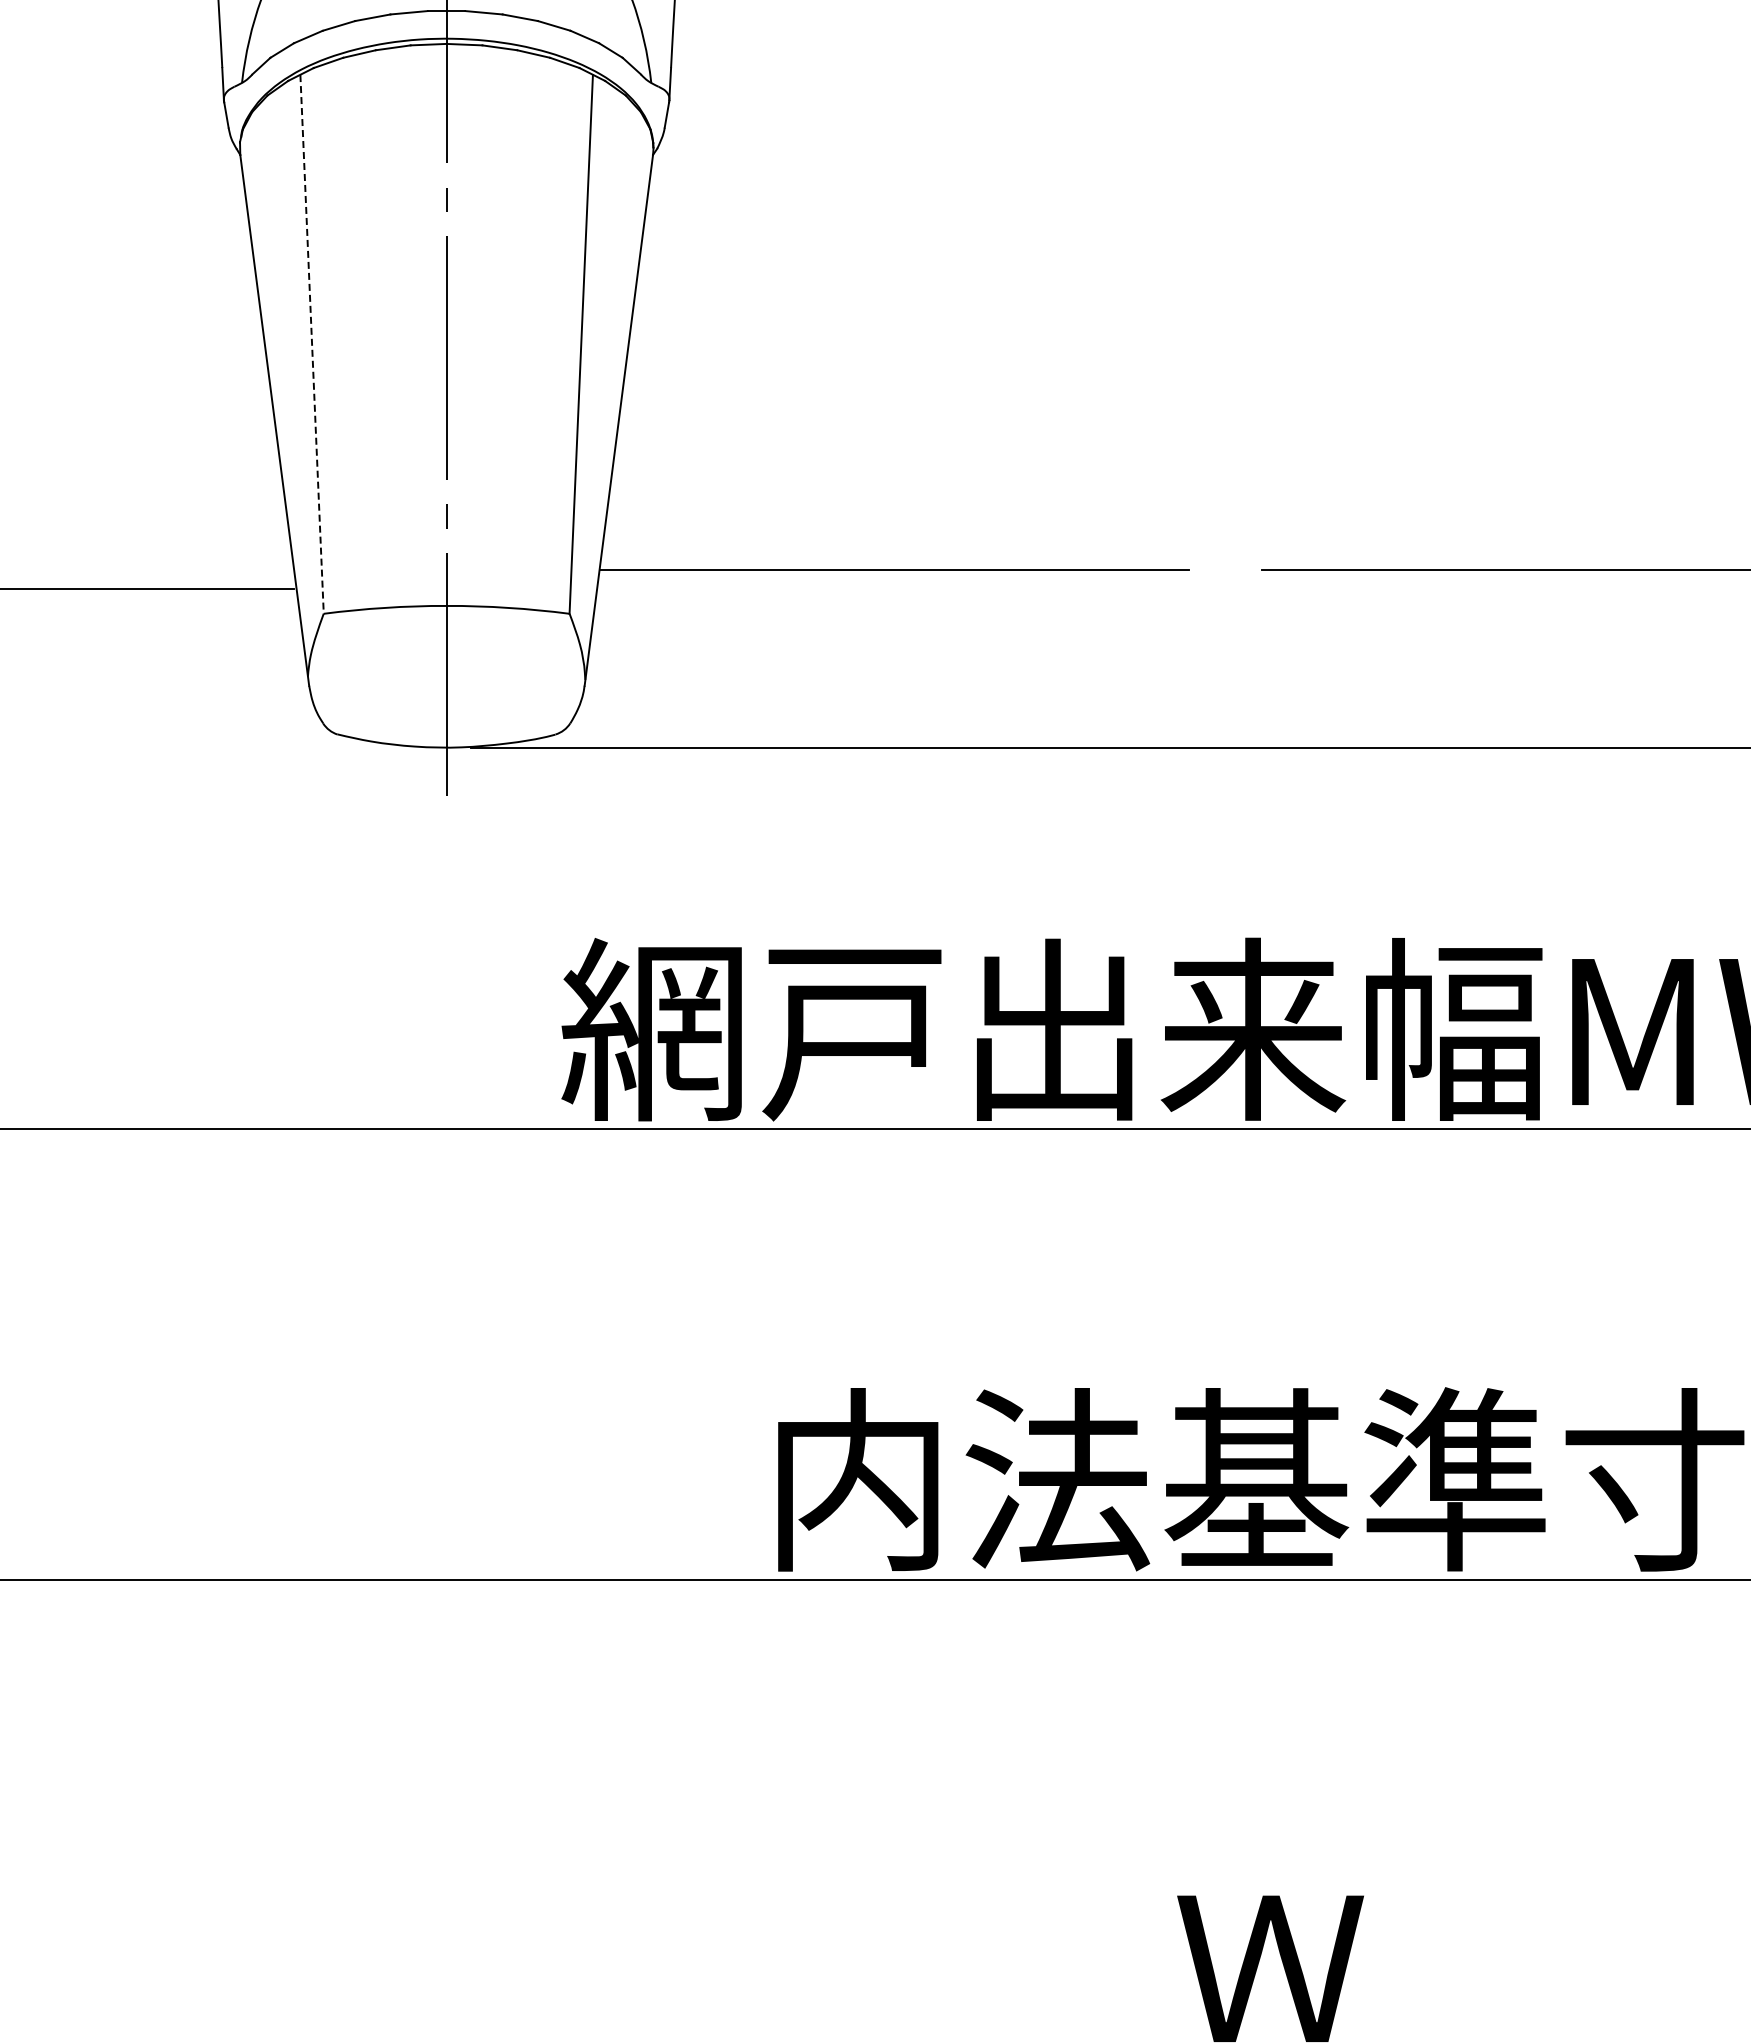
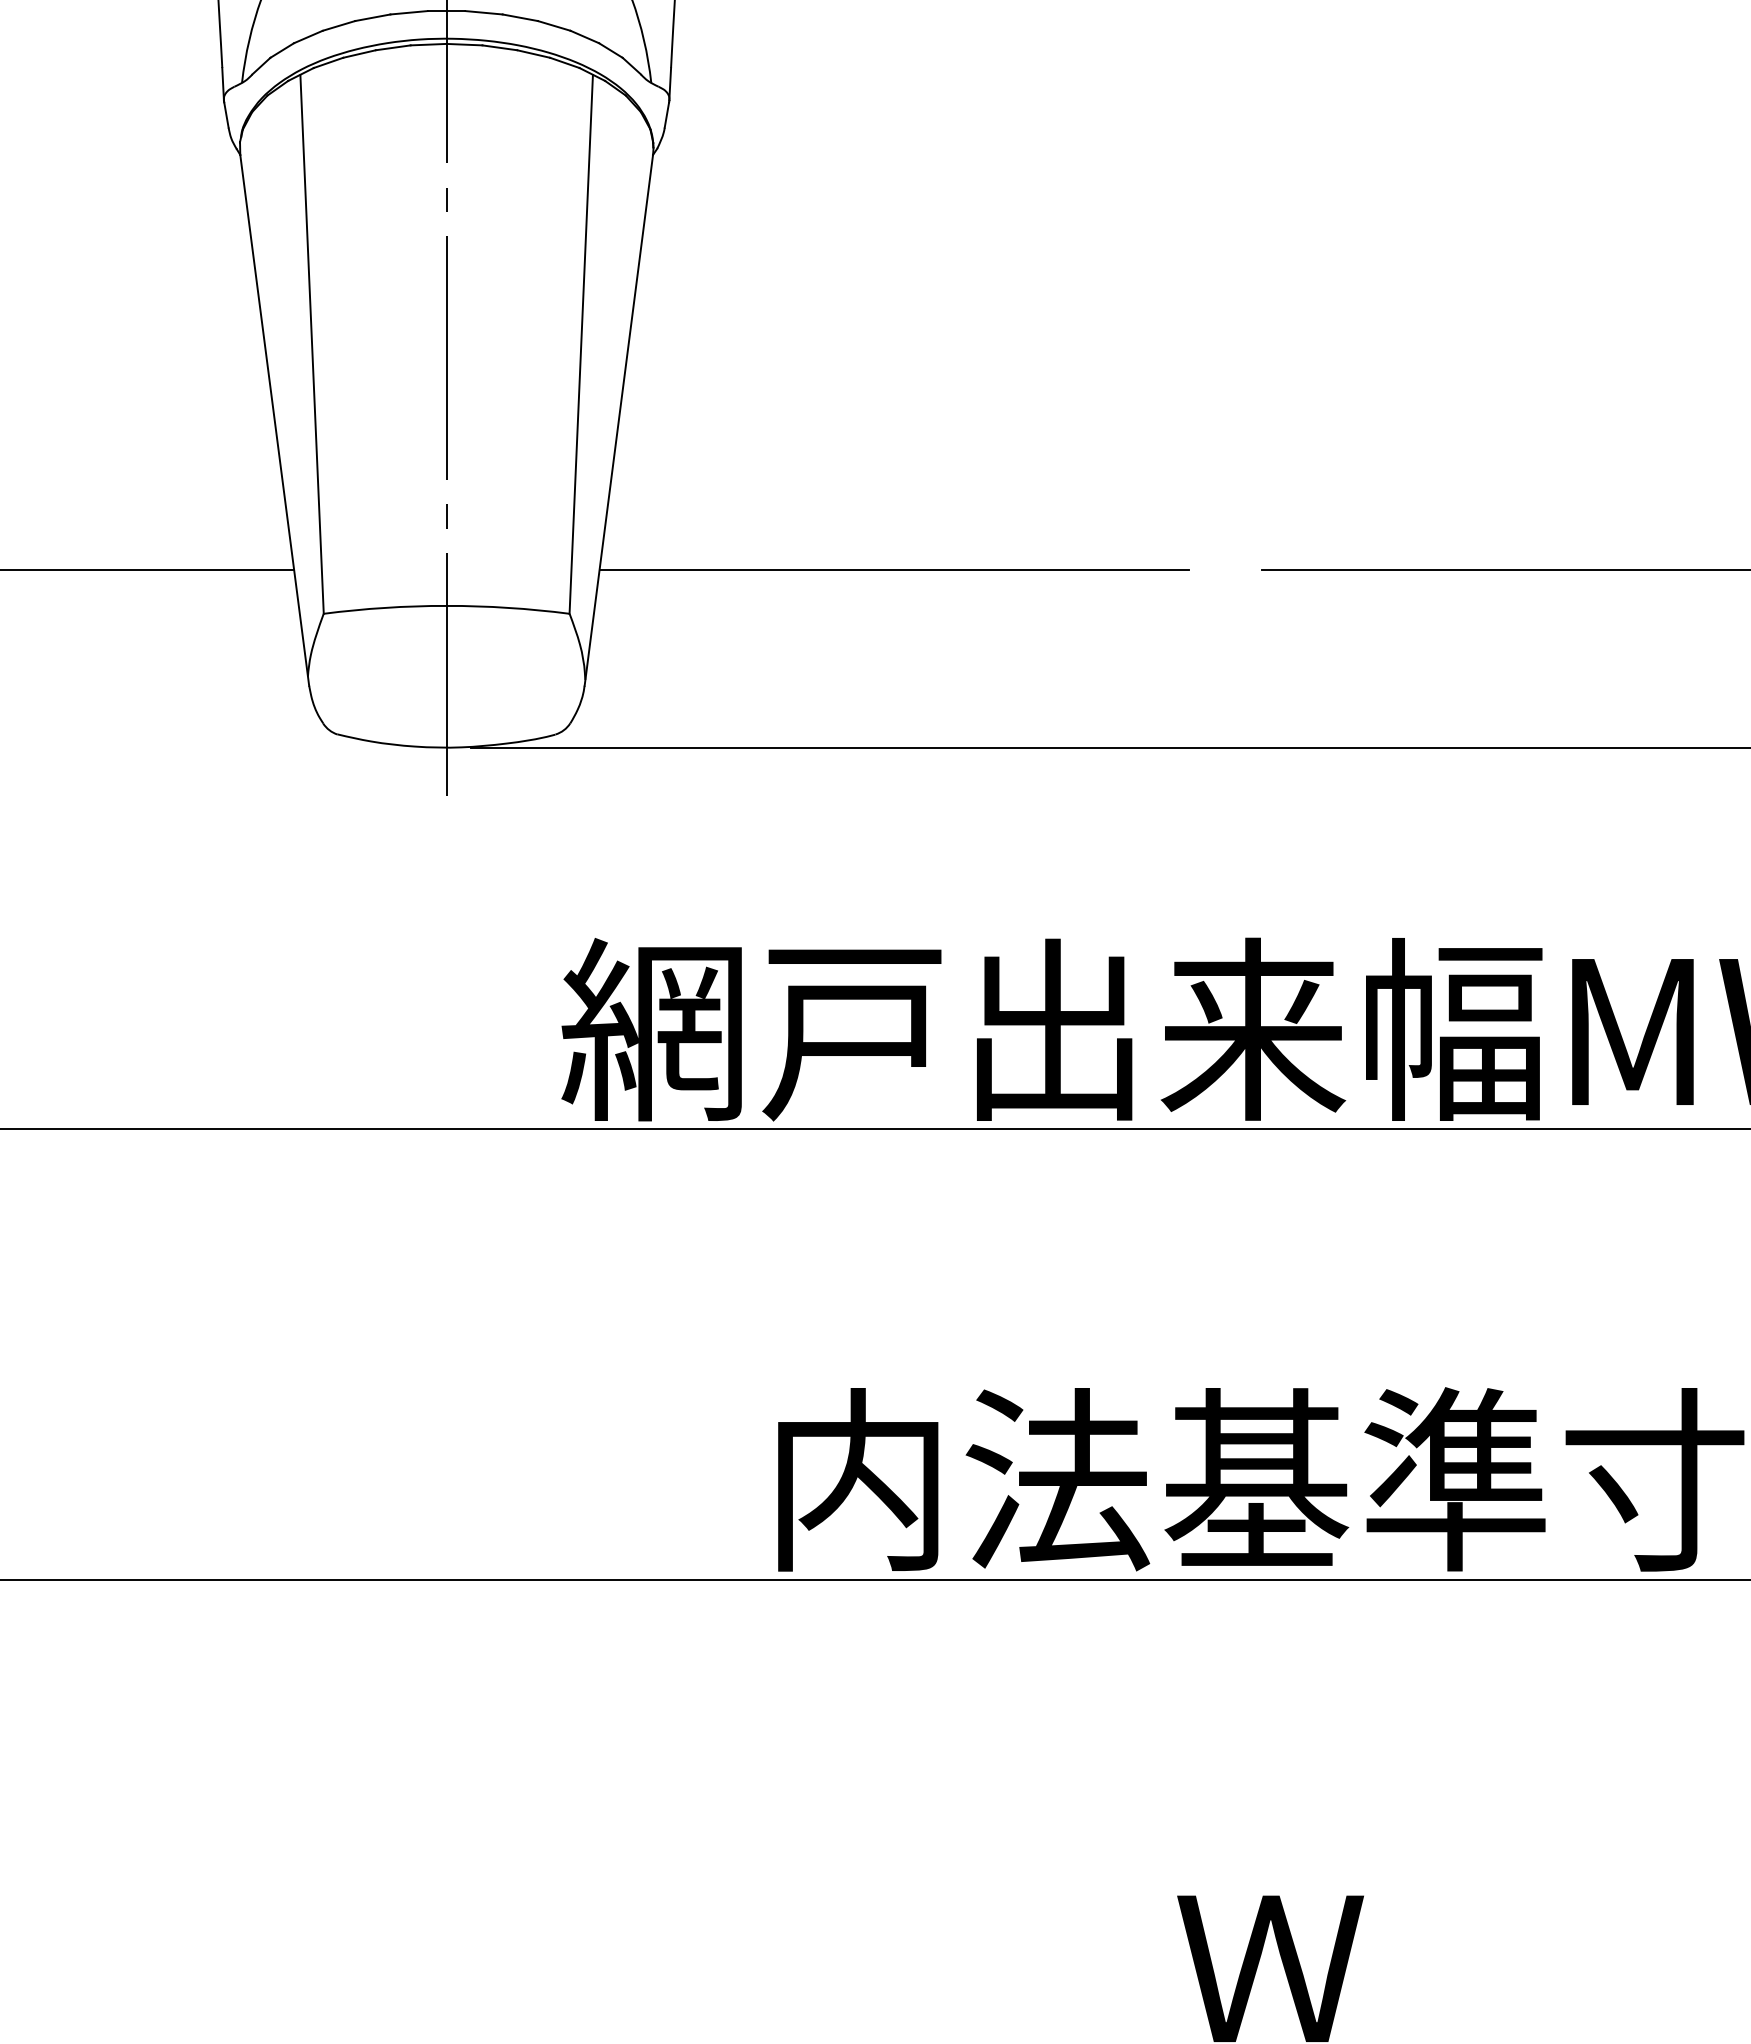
line at (312, 344): dashed -> solid
line at (148, 588) position: (148, 588) -> (148, 569)
